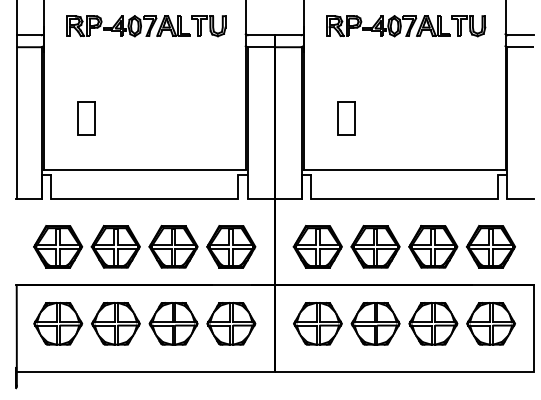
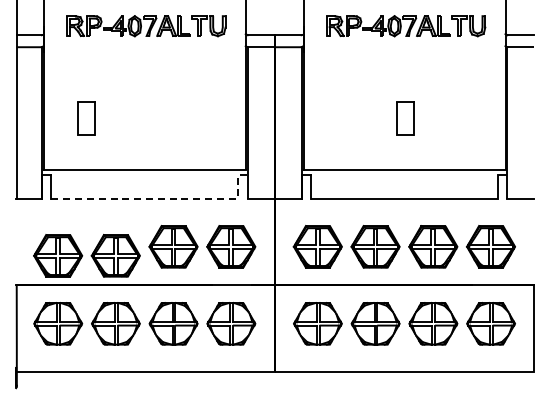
part at (346, 118) position: (346, 118) -> (405, 118)
line at (163, 198): solid -> dashed
part at (86, 246) position: (86, 246) -> (86, 255)
